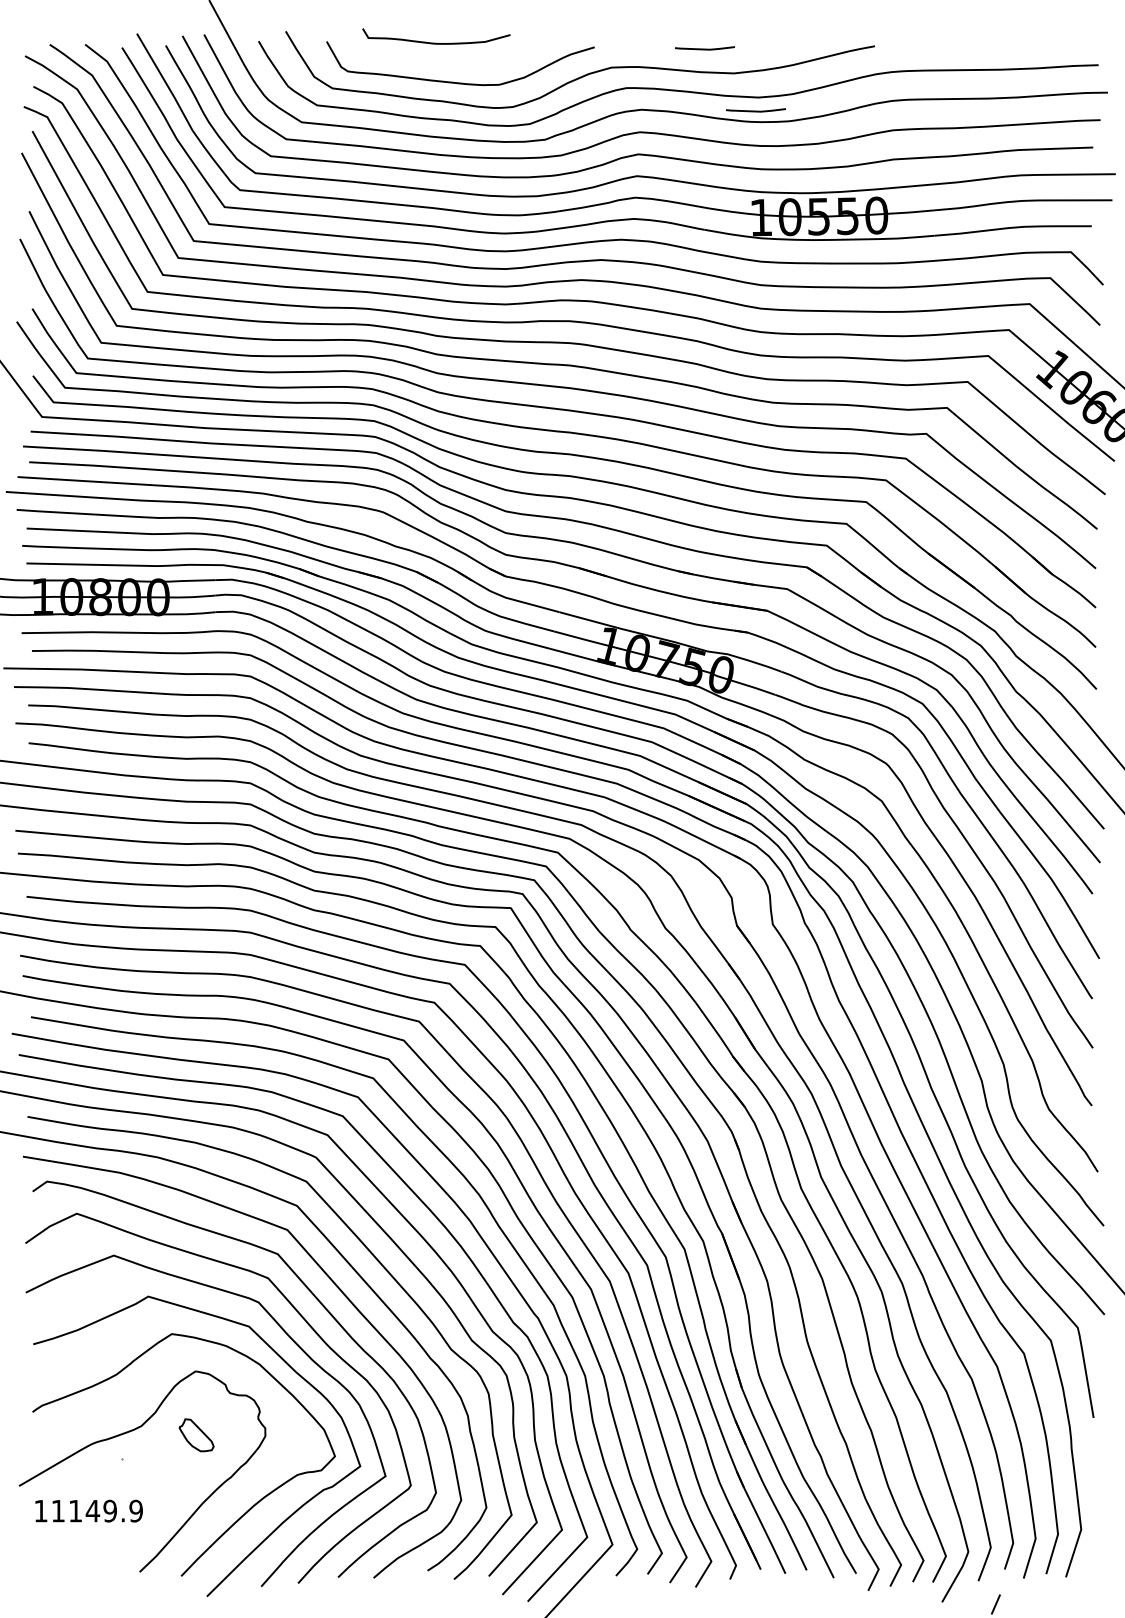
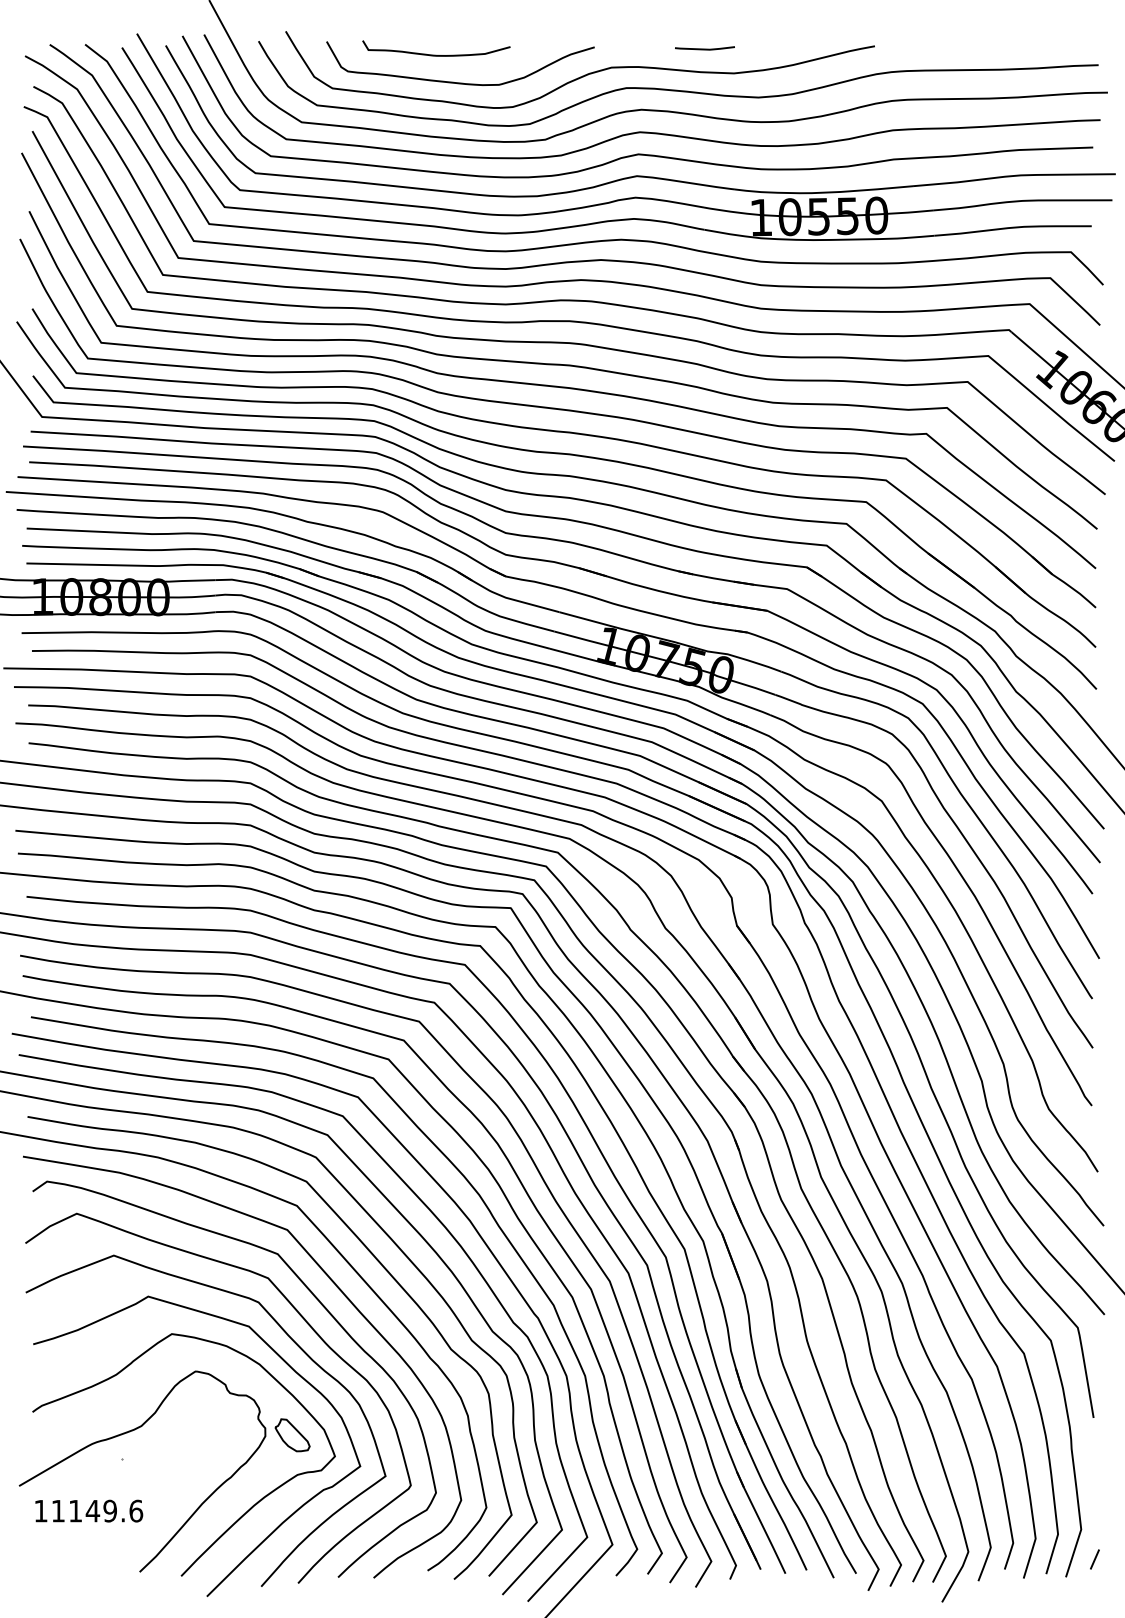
curve at (436, 42) position: (436, 42) -> (436, 54)
curve at (755, 110): present -> none
part at (196, 1435) position: (196, 1435) -> (292, 1435)
text at (136, 1510): 11149.9 -> 11149.6
line at (995, 1604) position: (995, 1604) -> (1094, 1559)
